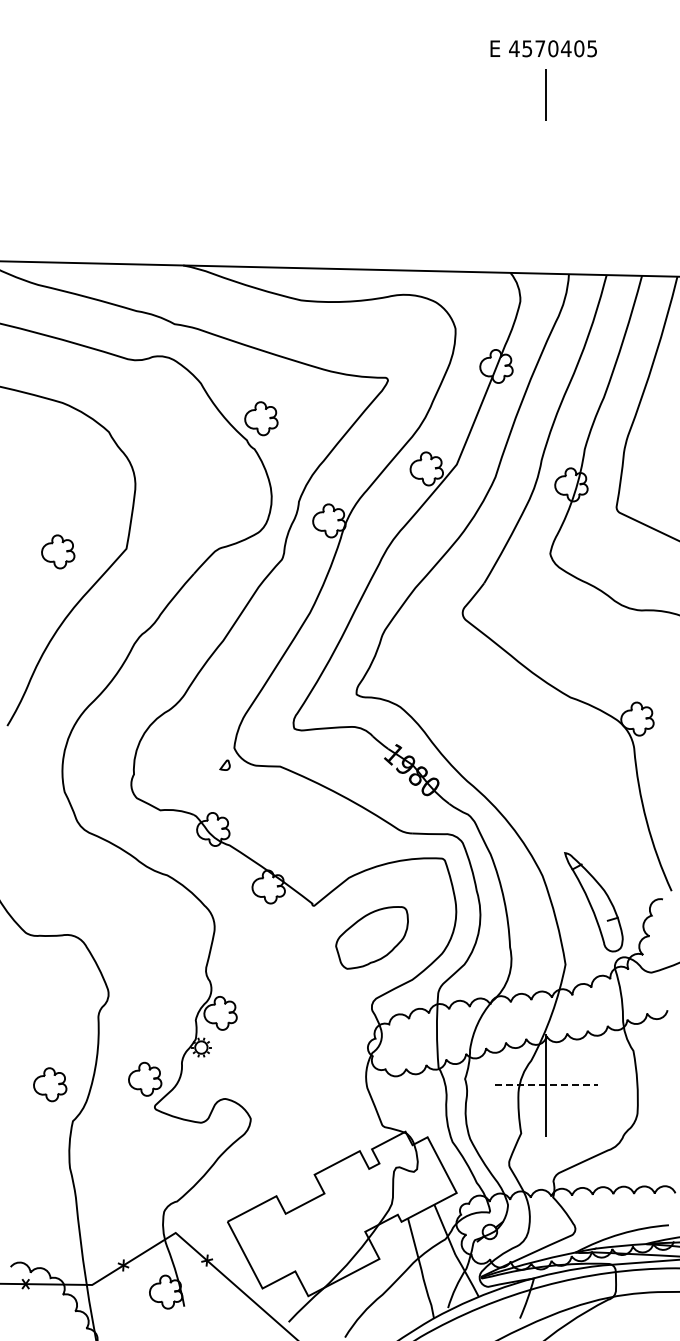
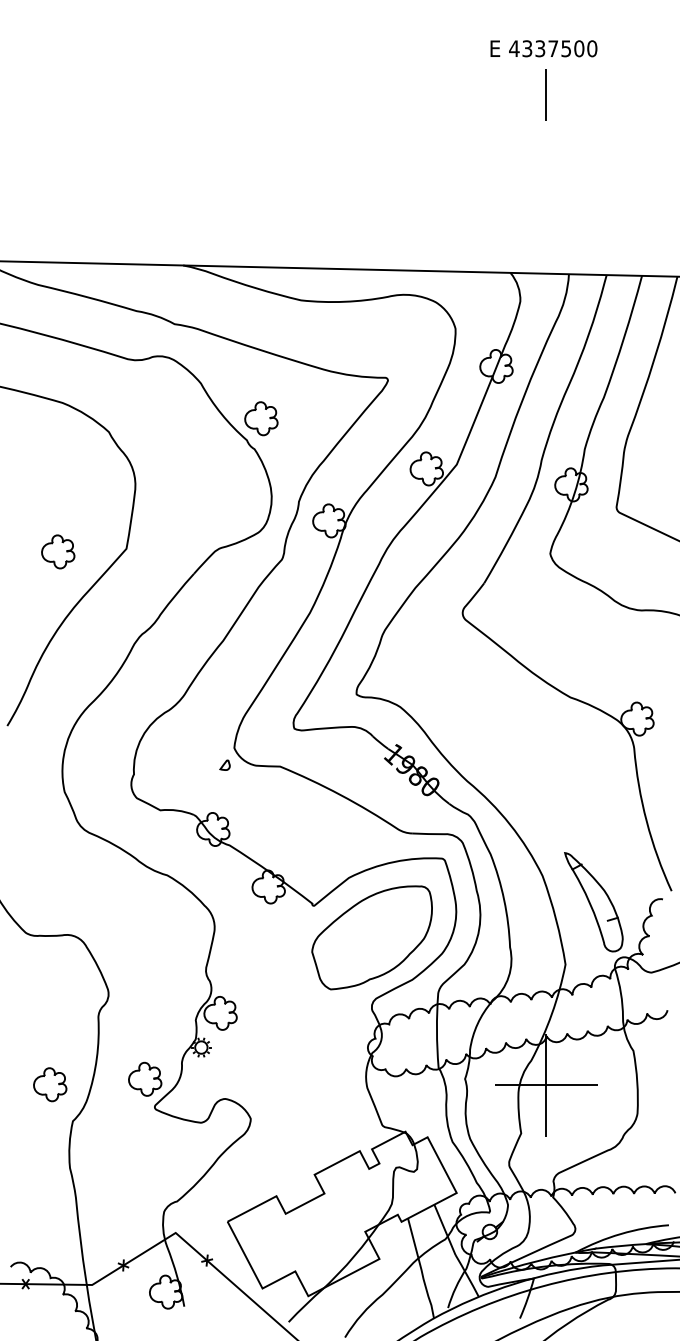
text at (560, 48): 4570405 -> 4337500
part at (371, 937) size: 74x64 px -> 122x106 px
line at (546, 1085): dashed -> solid
